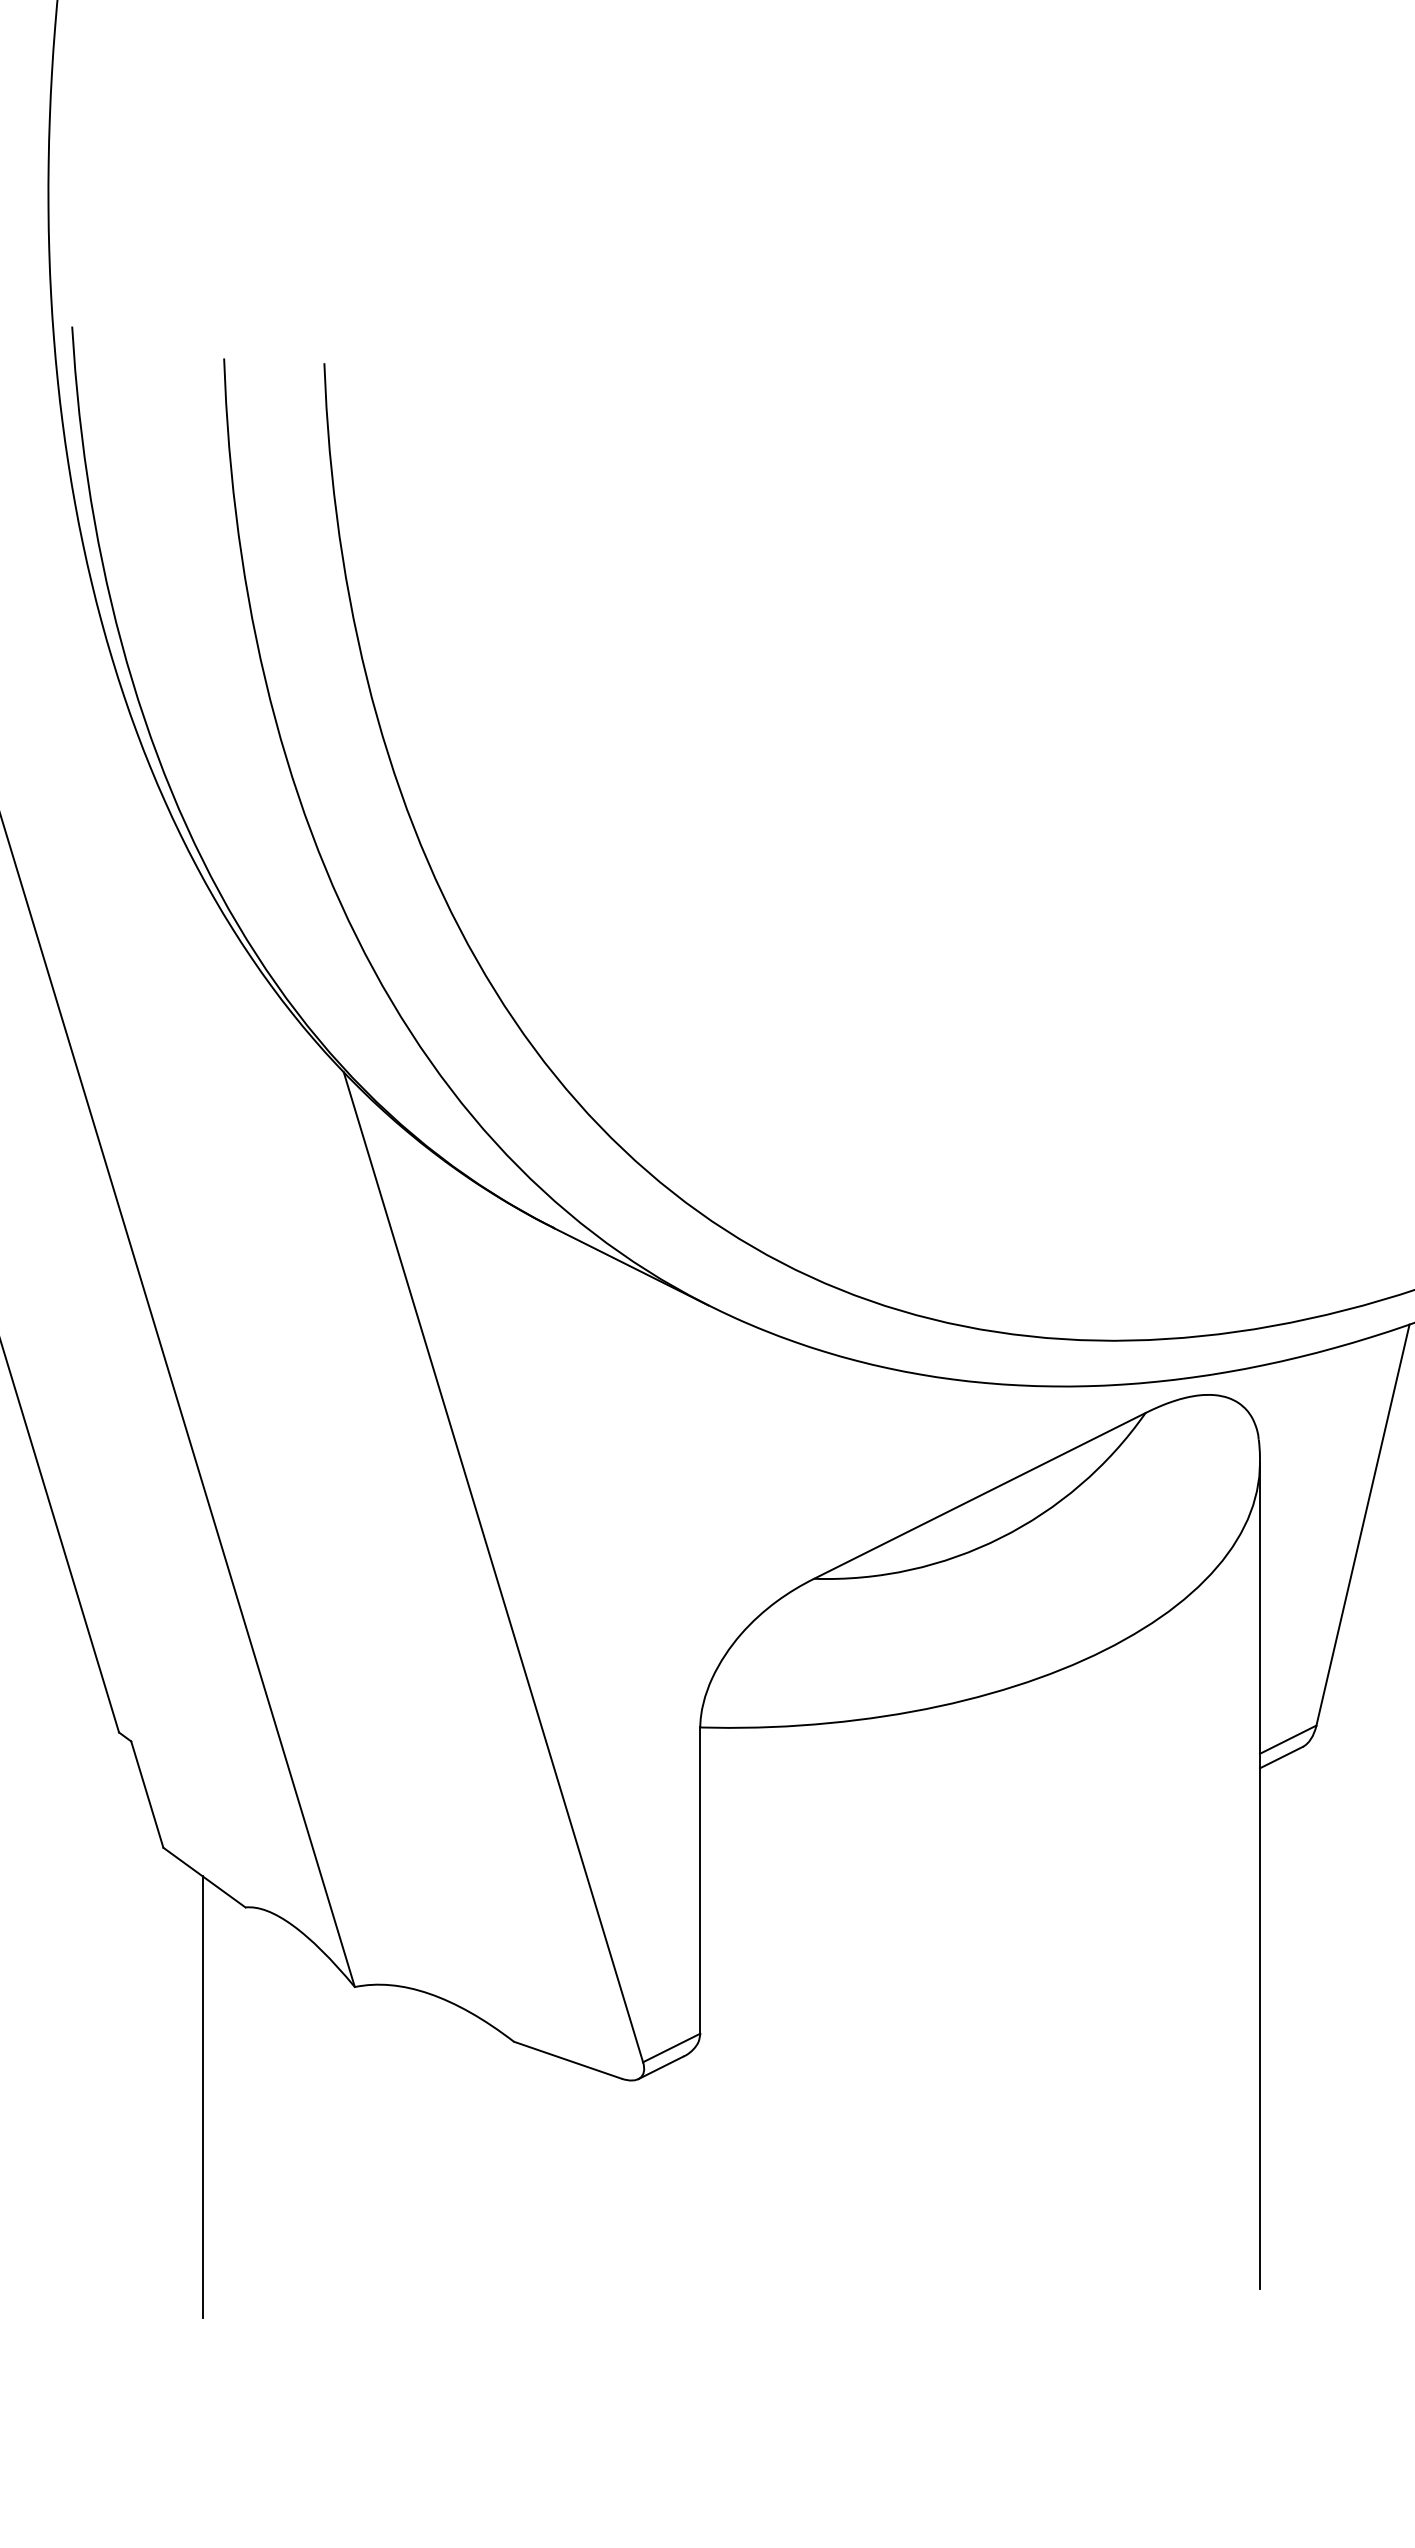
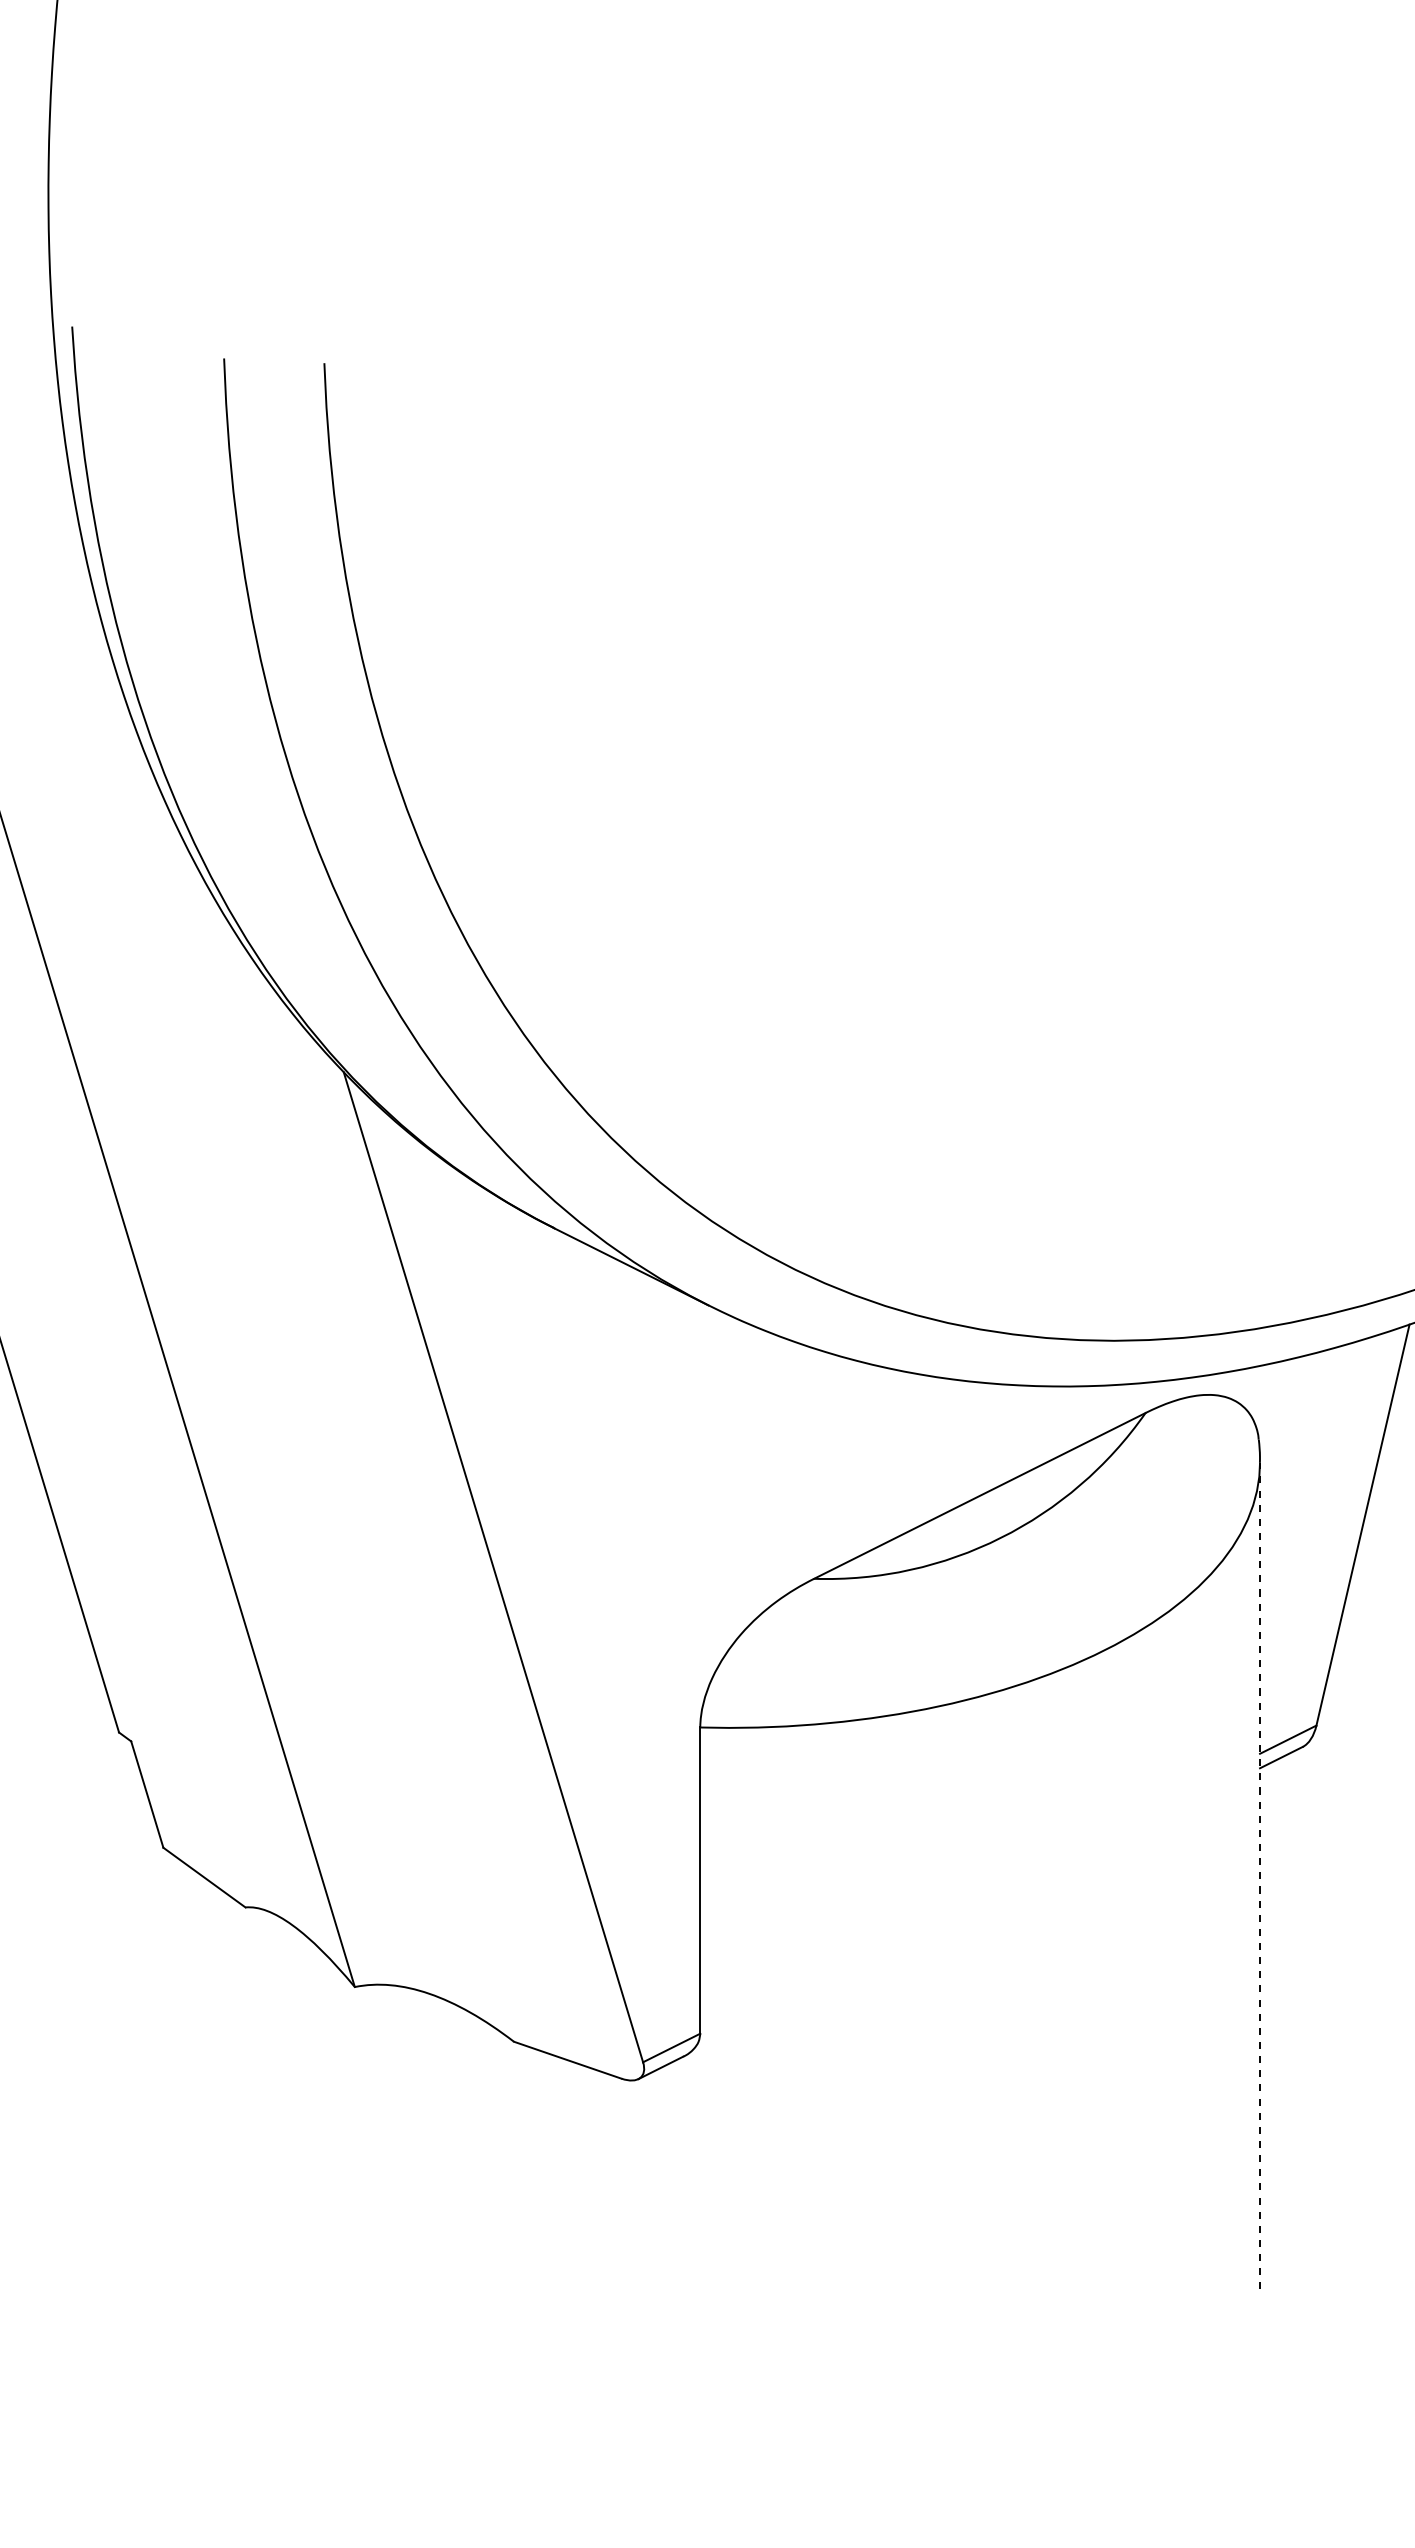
line at (1260, 1875): solid -> dashed
line at (202, 2096): present -> none
